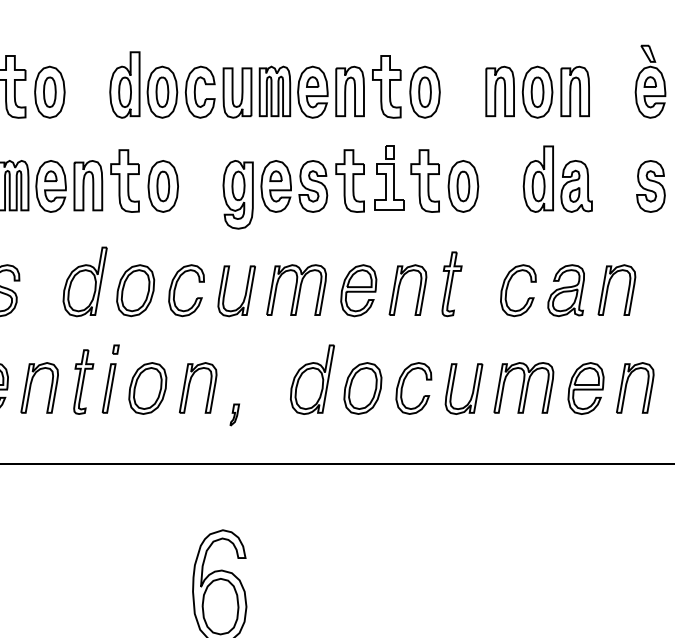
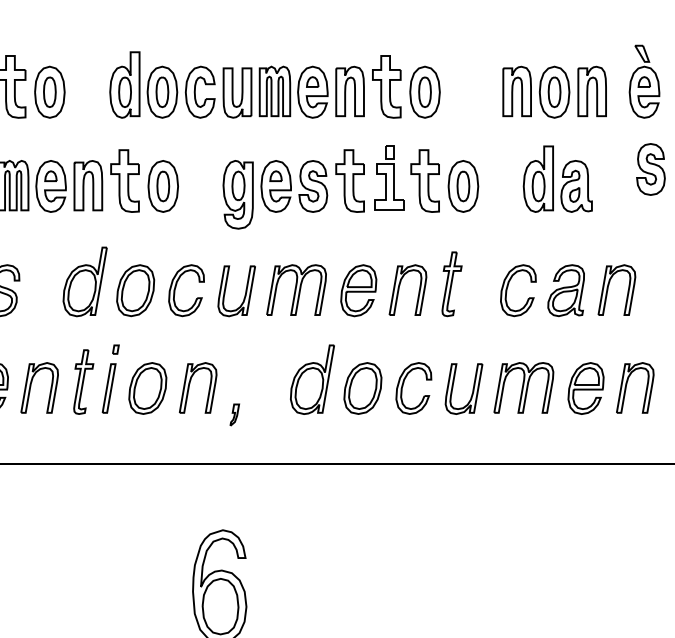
part at (650, 81) position: (650, 81) -> (644, 81)
part at (537, 91) position: (537, 91) -> (554, 91)
part at (650, 186) position: (650, 186) -> (650, 169)
